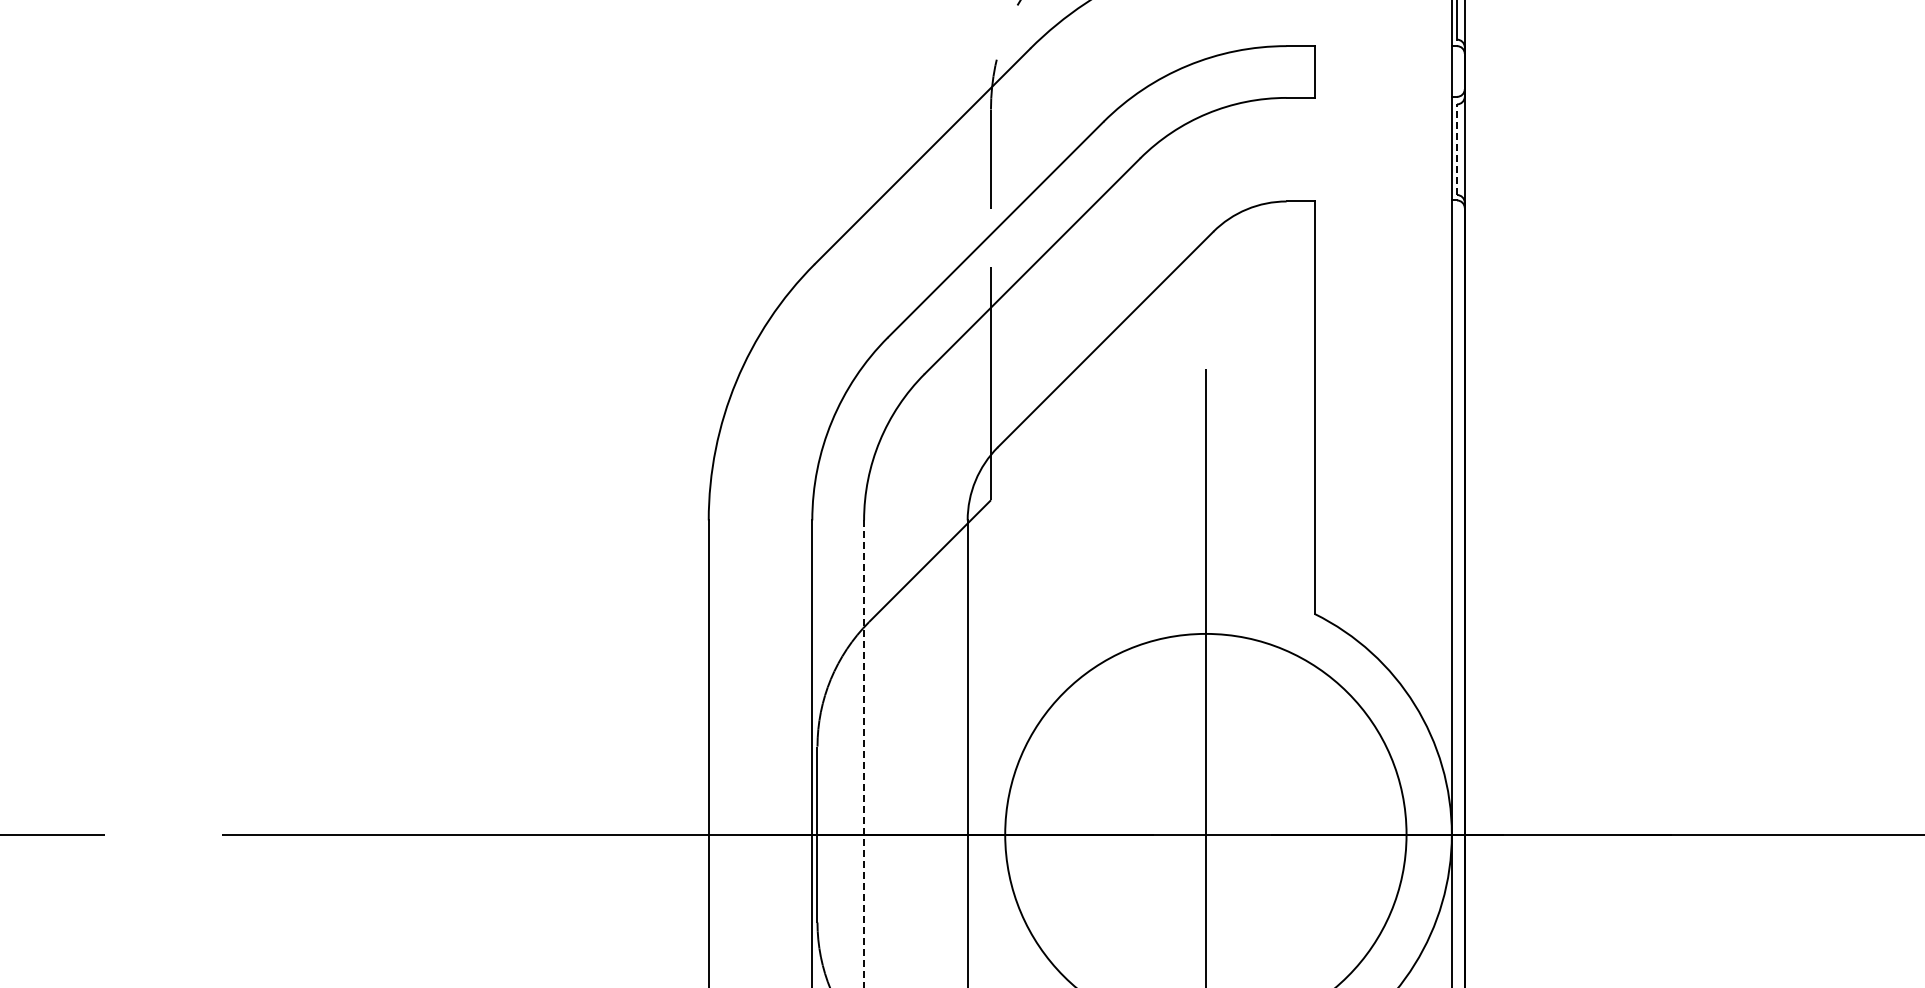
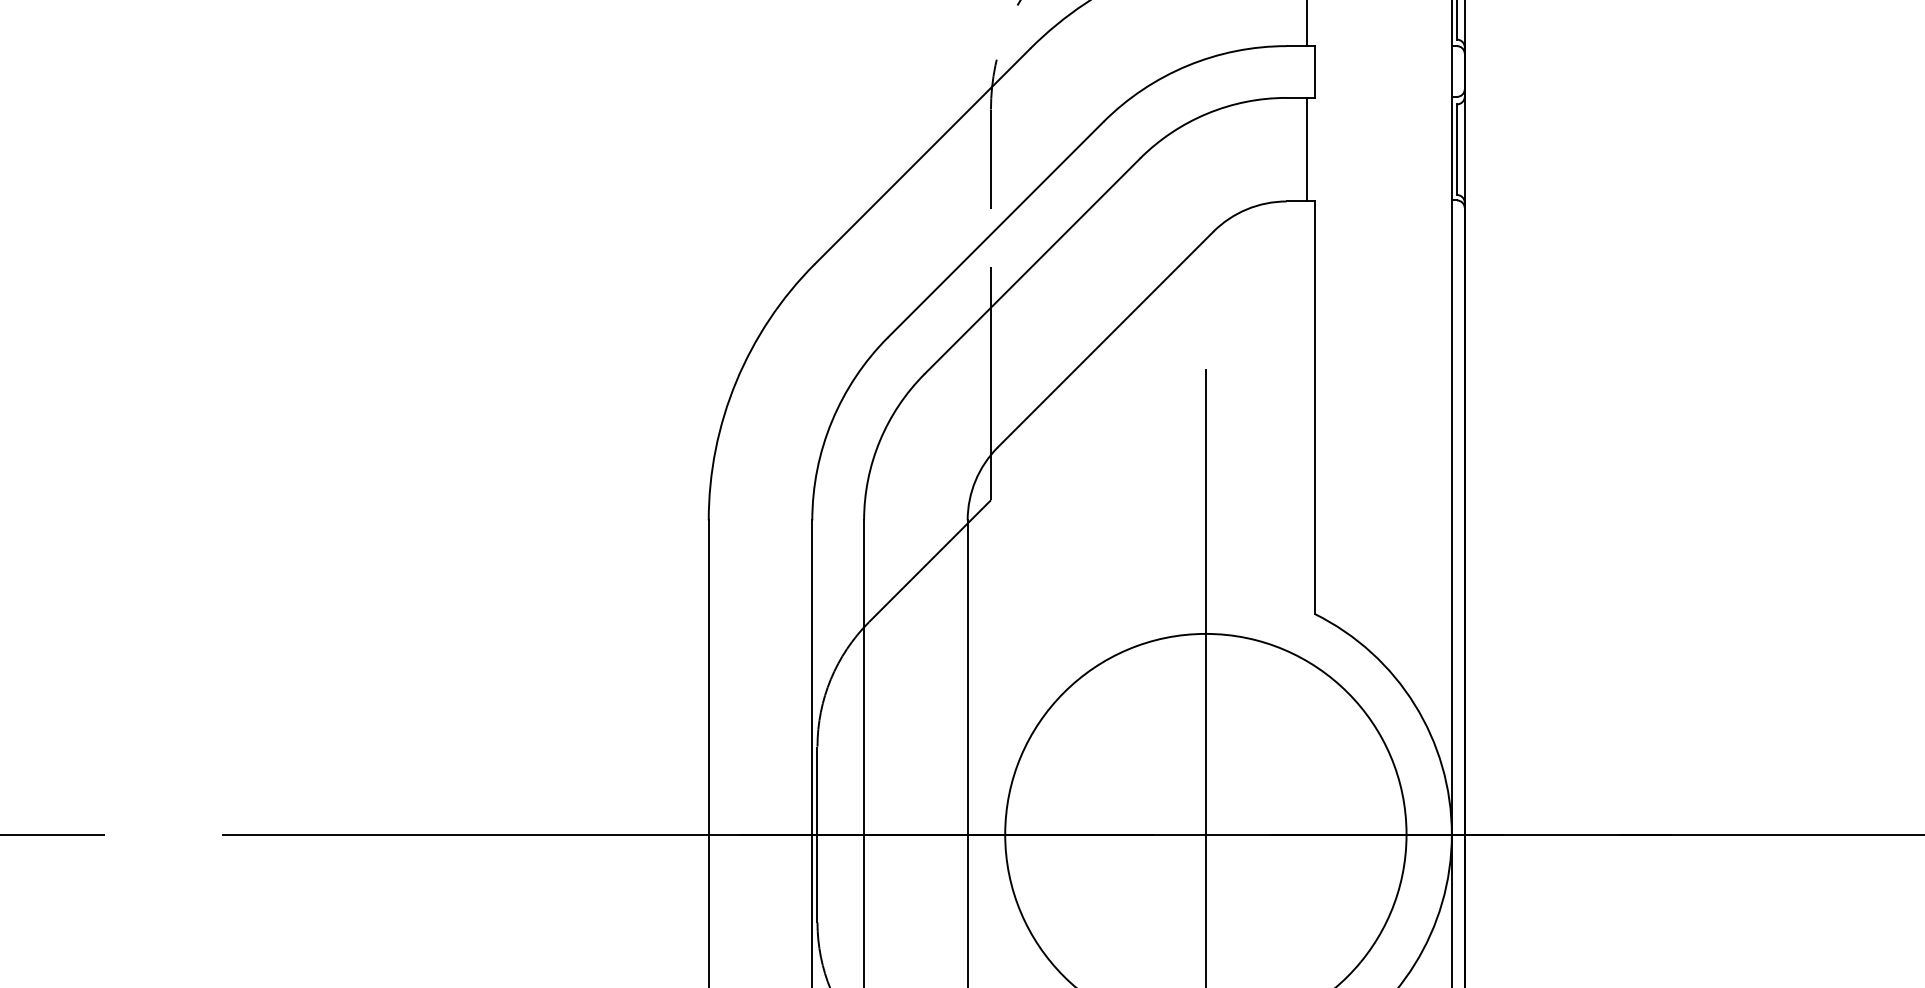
line at (1306, 24): none -> present
line at (1306, 149): none -> present
line at (1457, 149): dashed -> solid
line at (864, 754): dashed -> solid
